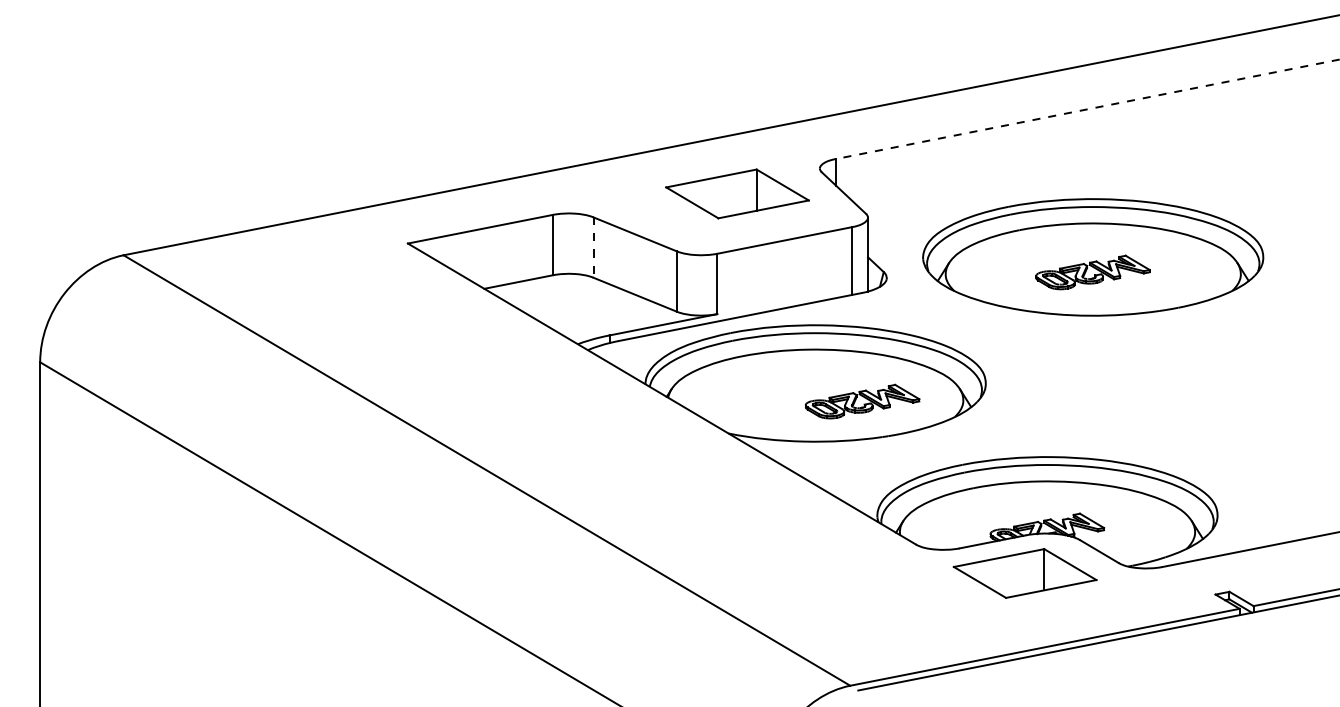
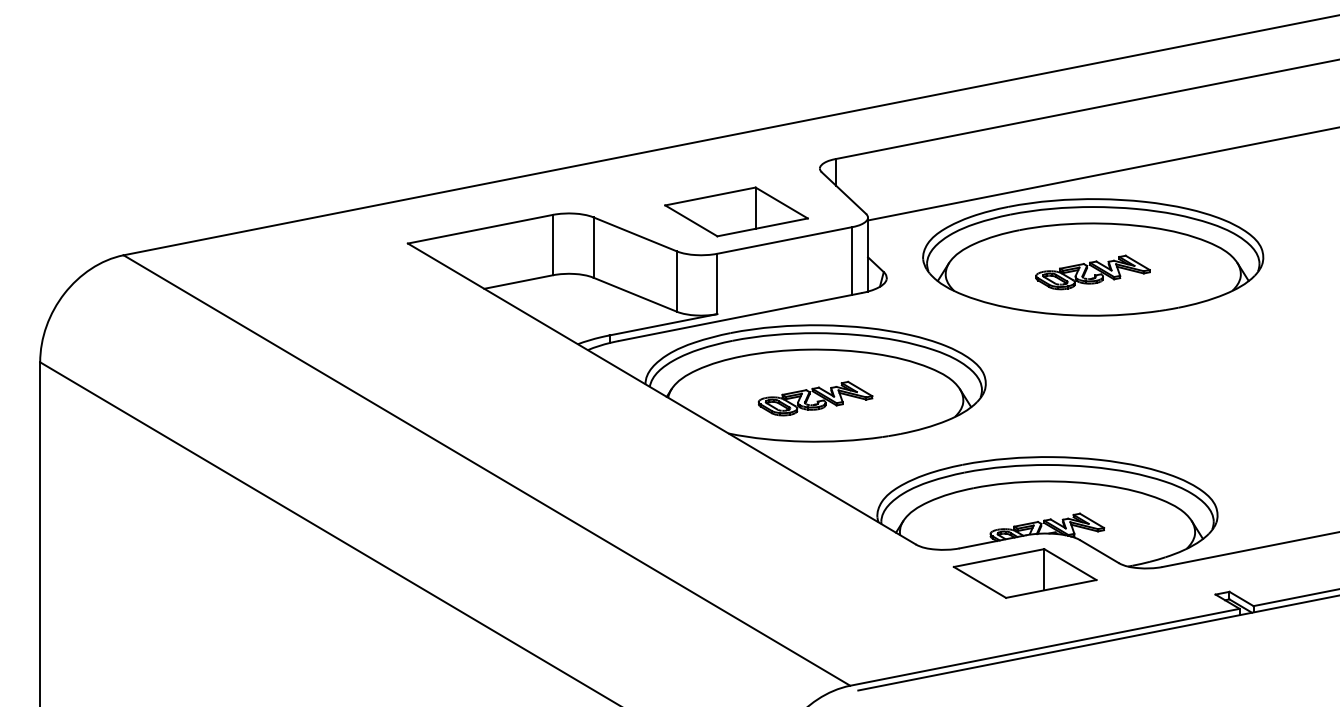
line at (1087, 109): dashed -> solid
line at (1102, 173): none -> present
part at (737, 193) position: (737, 193) -> (736, 211)
line at (593, 248): dashed -> solid
part at (862, 401) position: (862, 401) -> (815, 398)
